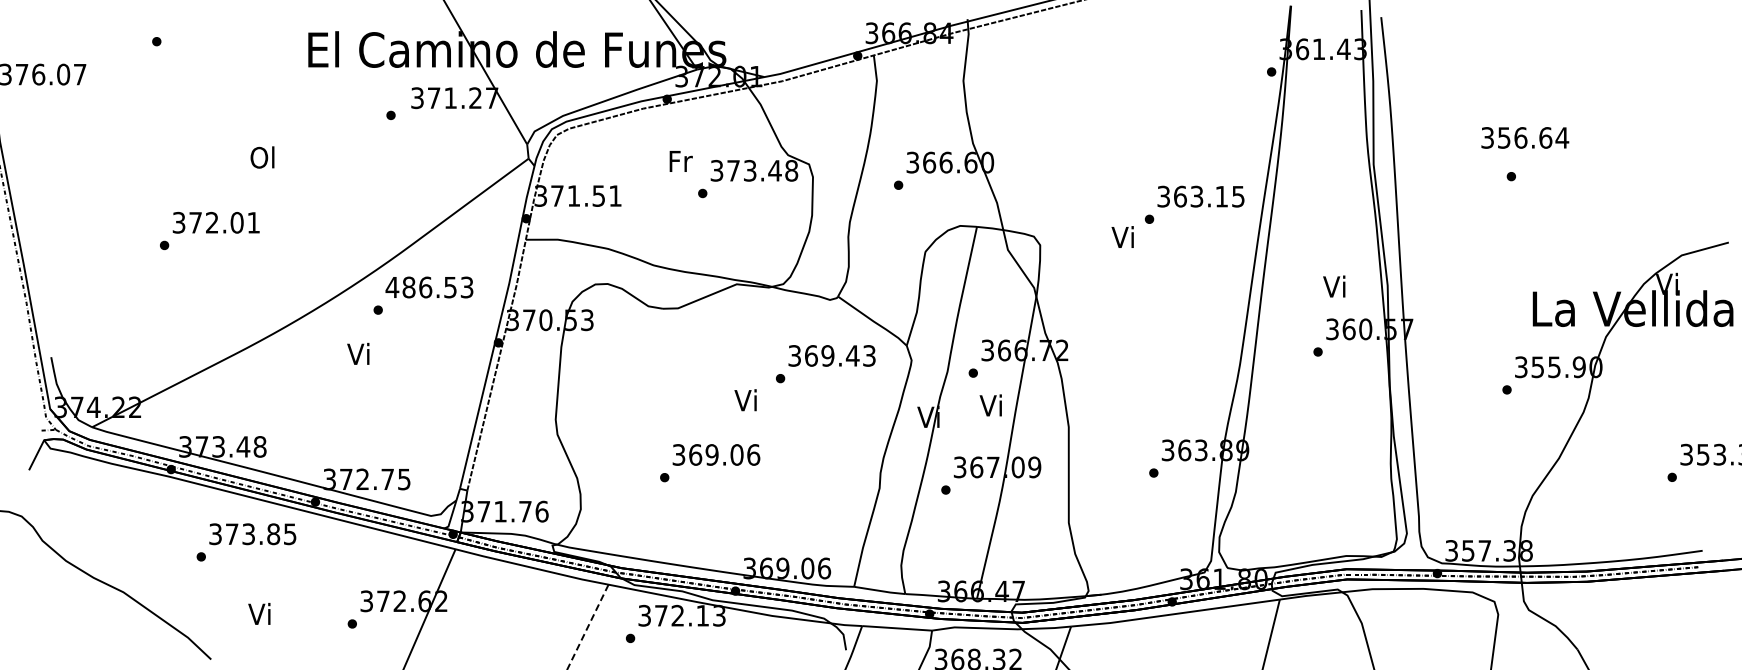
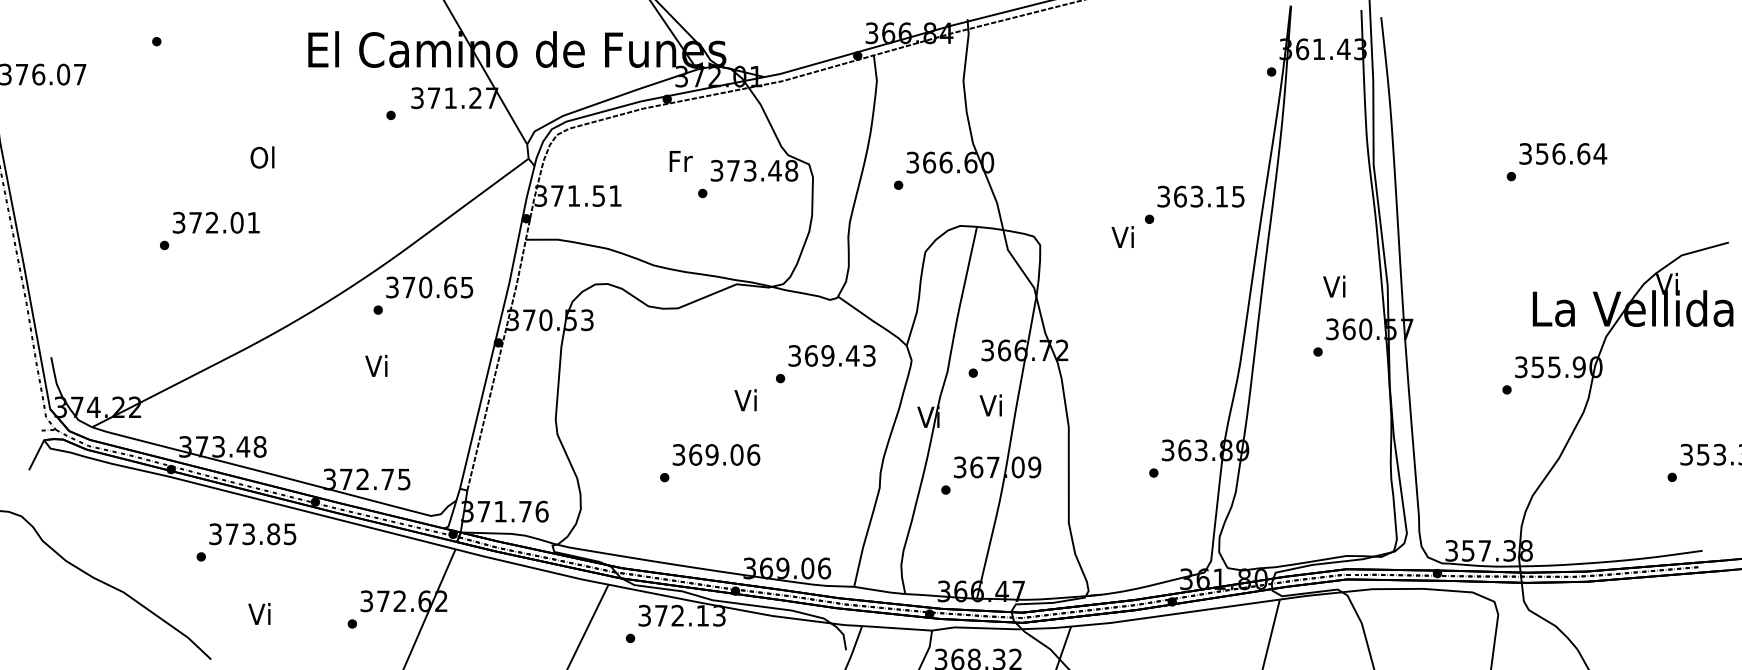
text at (1525, 137) position: (1525, 137) -> (1563, 153)
text at (429, 287): 486.53 -> 370.65
text at (358, 353) position: (358, 353) -> (376, 365)
line at (588, 626): dashed -> solid
